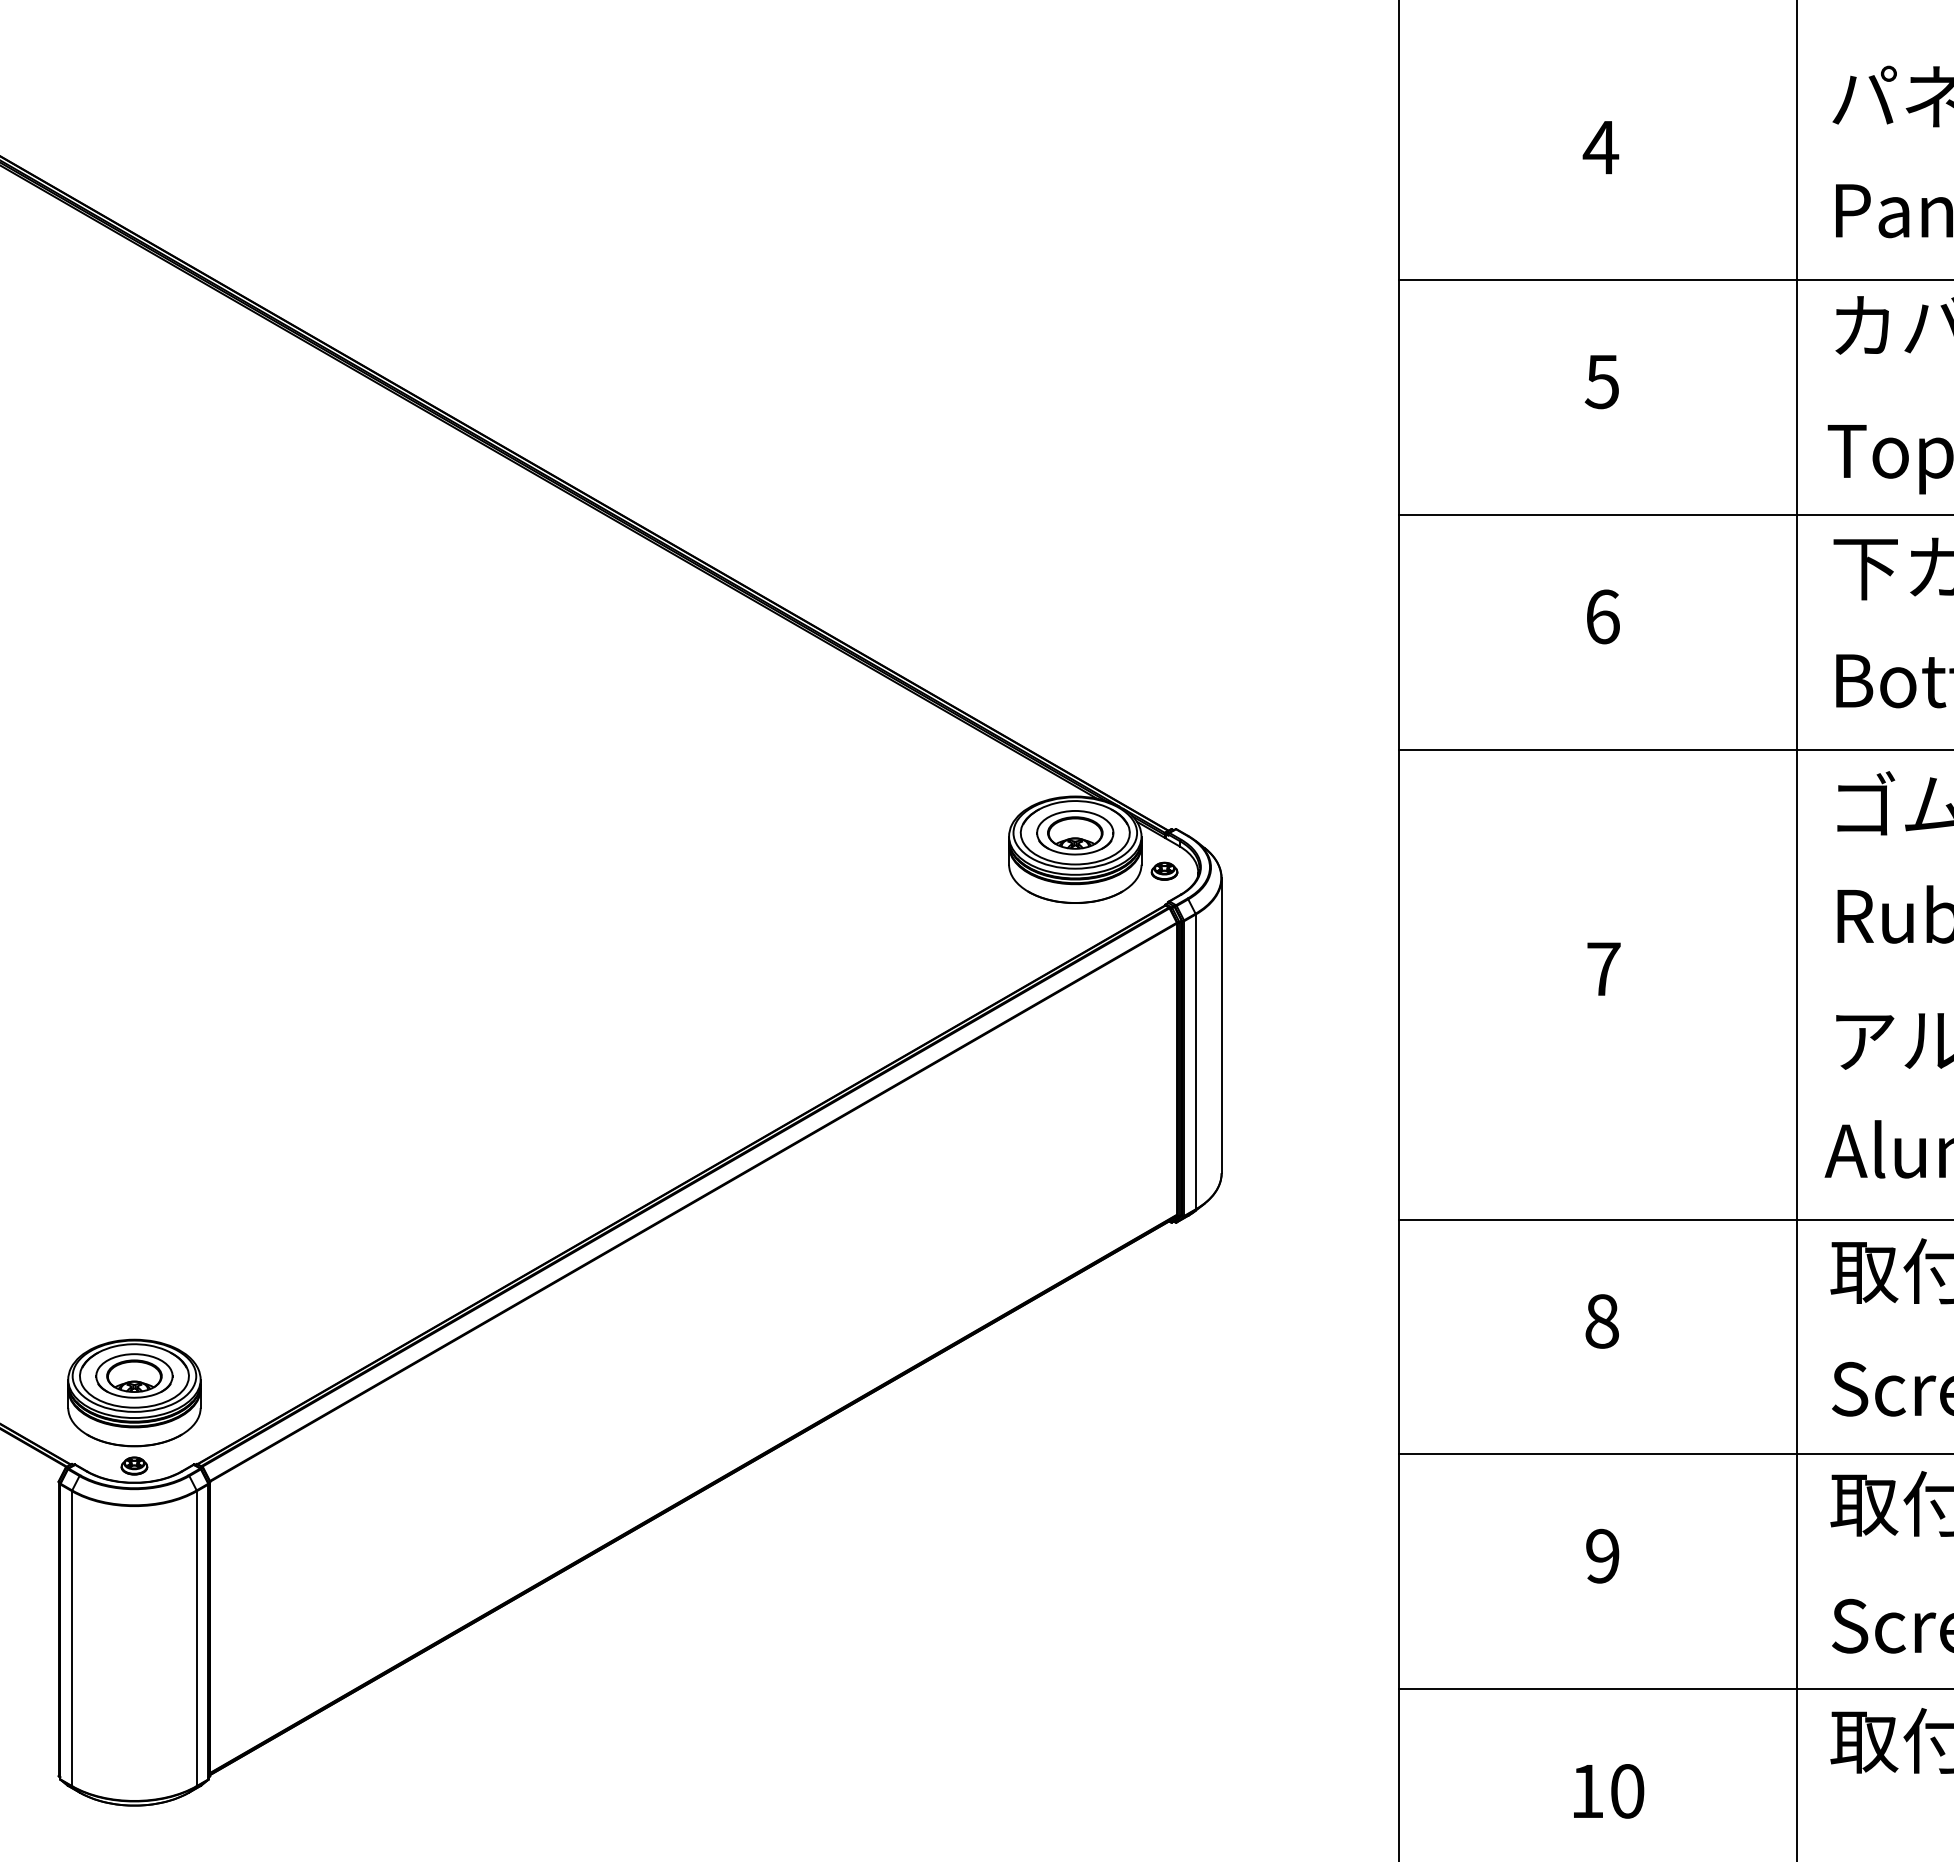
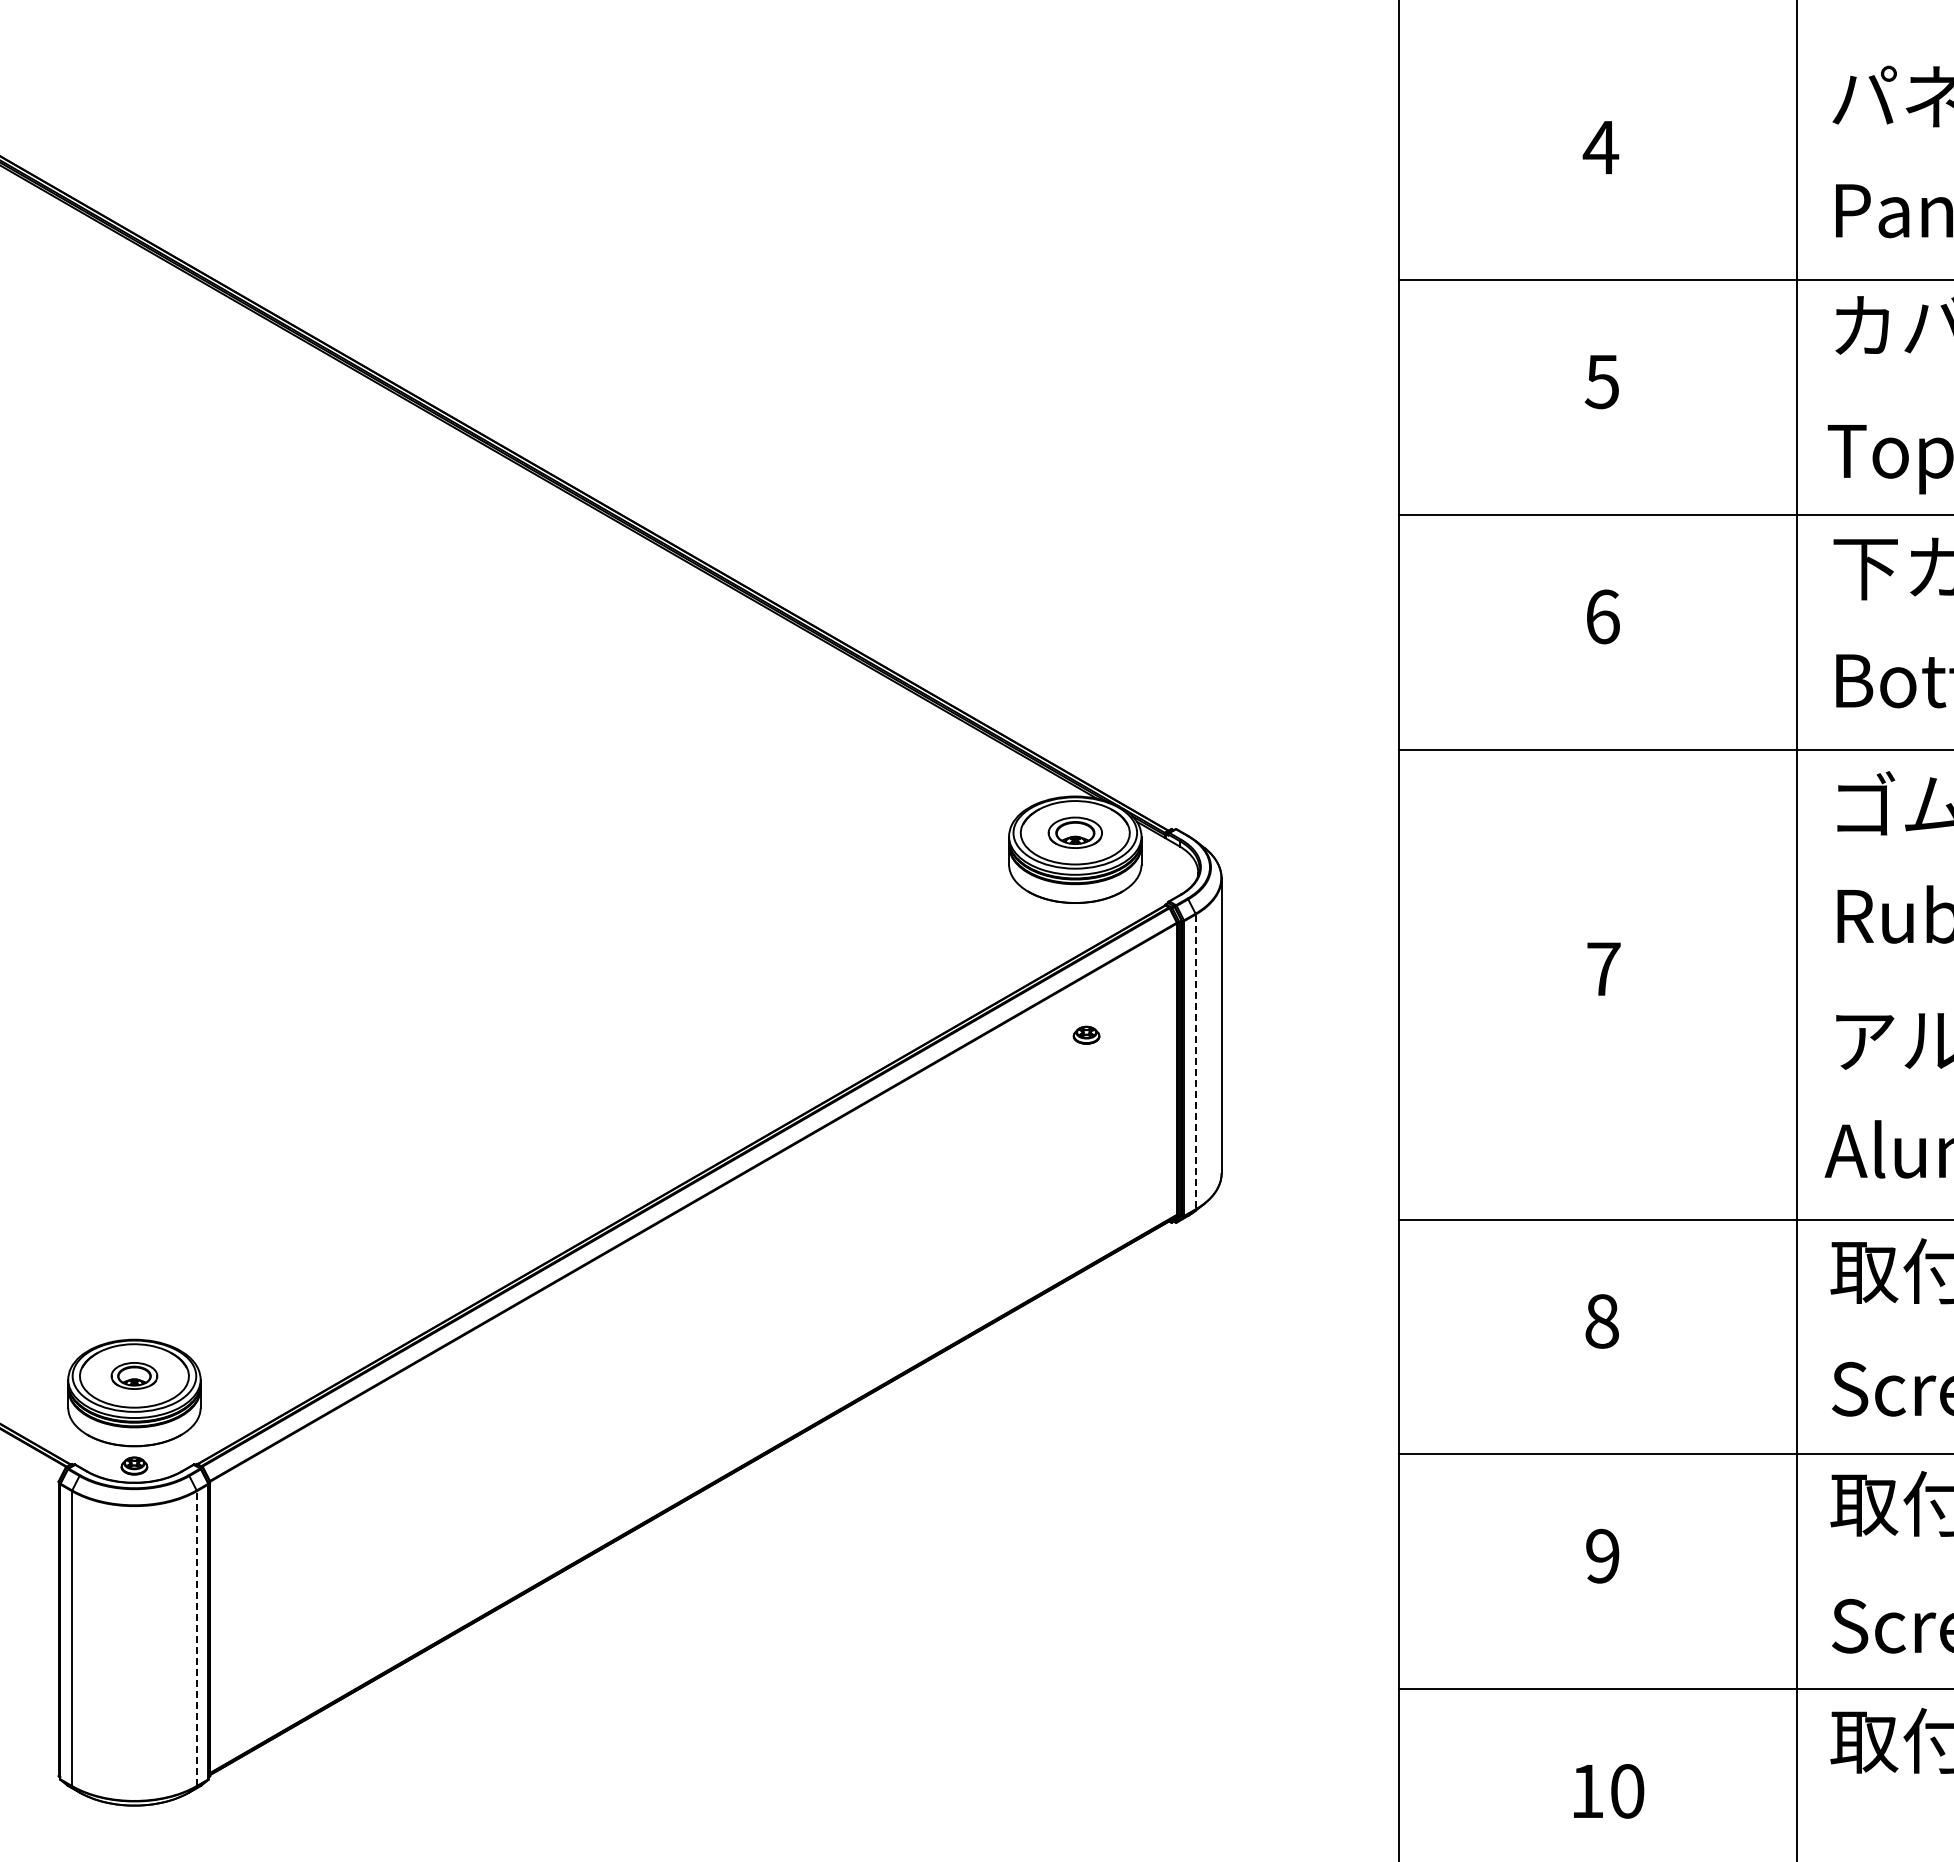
part at (1075, 832) size: 79x46 px -> 56x33 px
part at (1164, 870) position: (1164, 870) -> (1086, 1034)
line at (1195, 1062): solid -> dashed
part at (134, 1375) size: 79x46 px -> 49x28 px
line at (196, 1638): solid -> dashed
